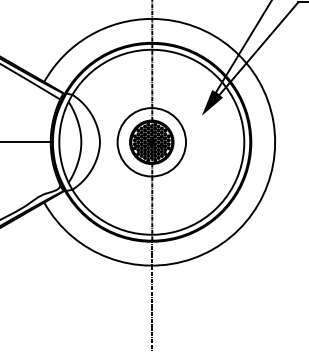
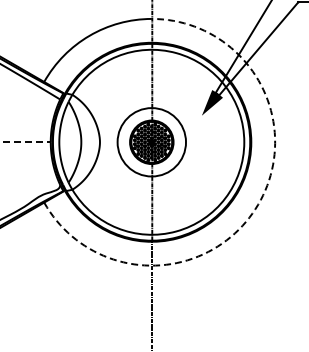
line at (26, 142): solid -> dashed
arc at (258, 204): solid -> dashed
